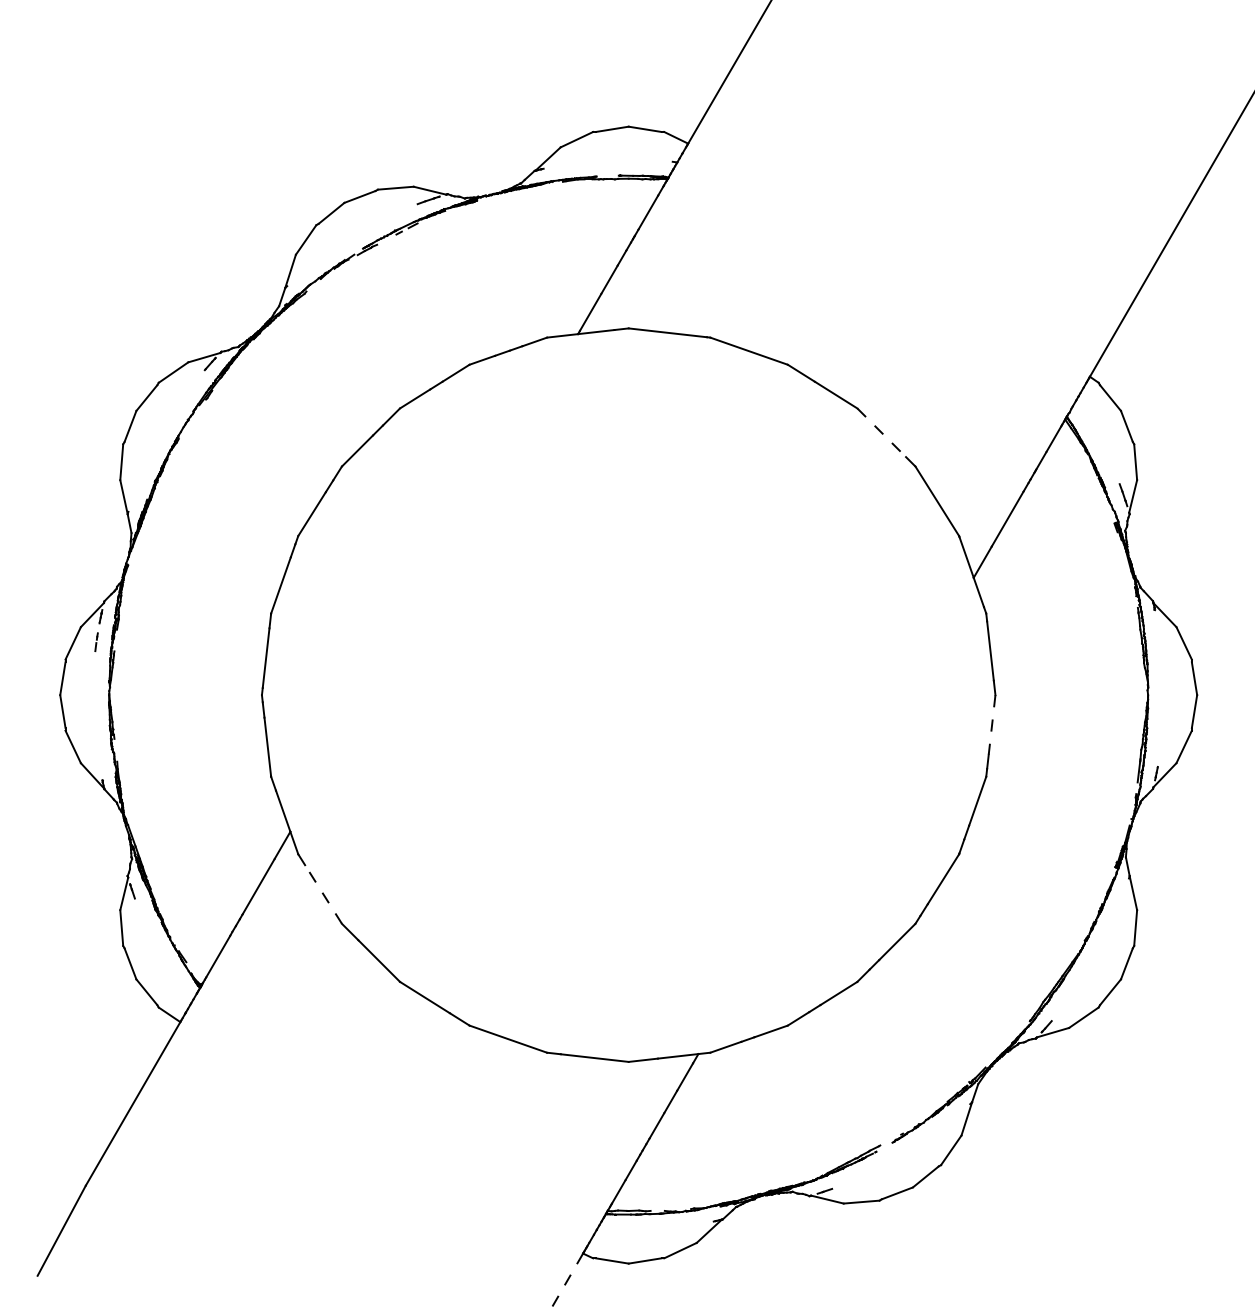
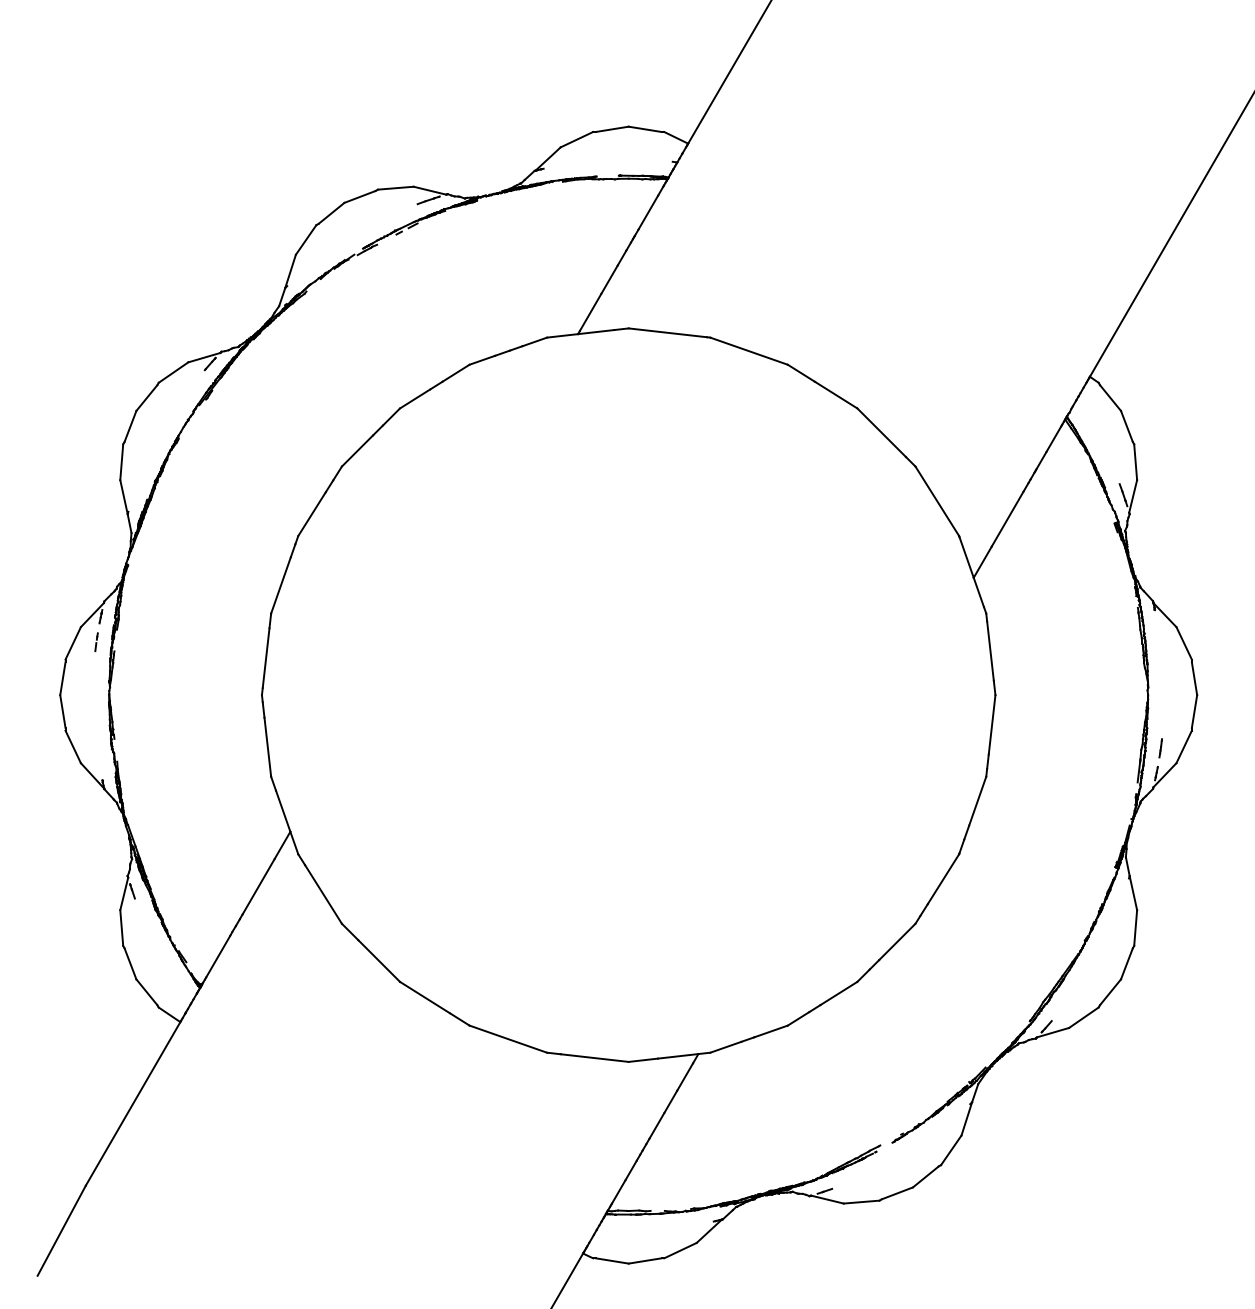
line at (882, 433): dashed -> solid
line at (992, 724): dashed -> solid
line at (1160, 748): none -> present
line at (323, 894): dashed -> solid
line at (567, 1281): dashed -> solid
